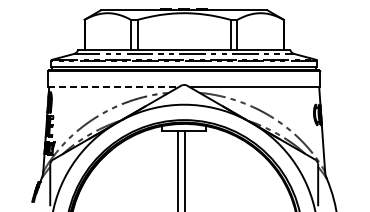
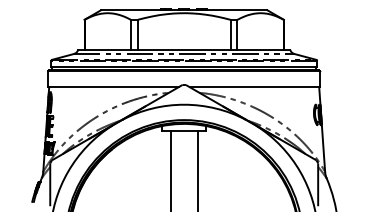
line at (114, 87): dashed -> solid
line at (177, 169) position: (177, 169) -> (170, 169)
line at (184, 169) position: (184, 169) -> (197, 169)
